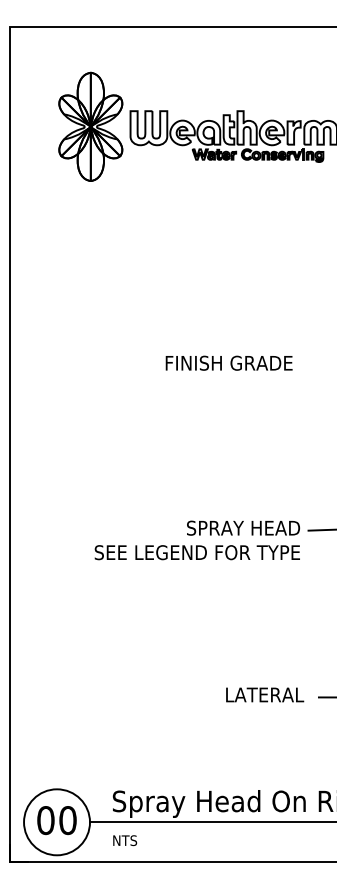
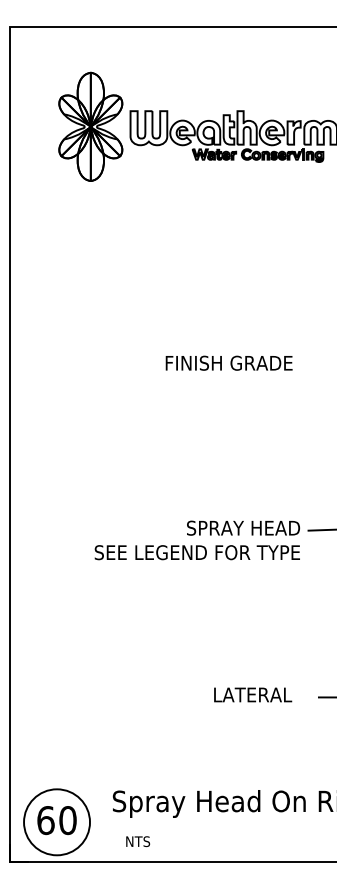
text at (265, 694) position: (265, 694) -> (253, 694)
text at (45, 820): 00 -> 60
line at (211, 822): present -> none
text at (125, 840) position: (125, 840) -> (138, 841)
